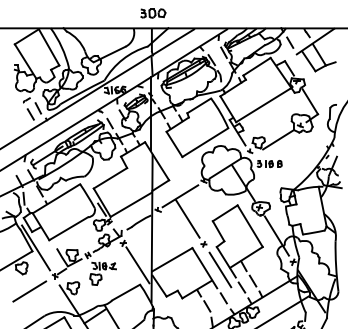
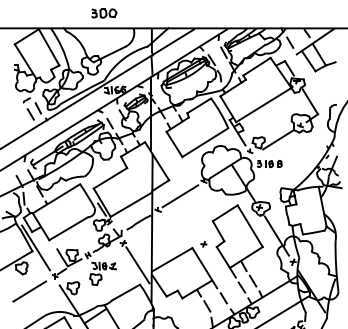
part at (153, 13) position: (153, 13) -> (104, 13)
line at (187, 218): present -> none
line at (220, 269): present -> none
